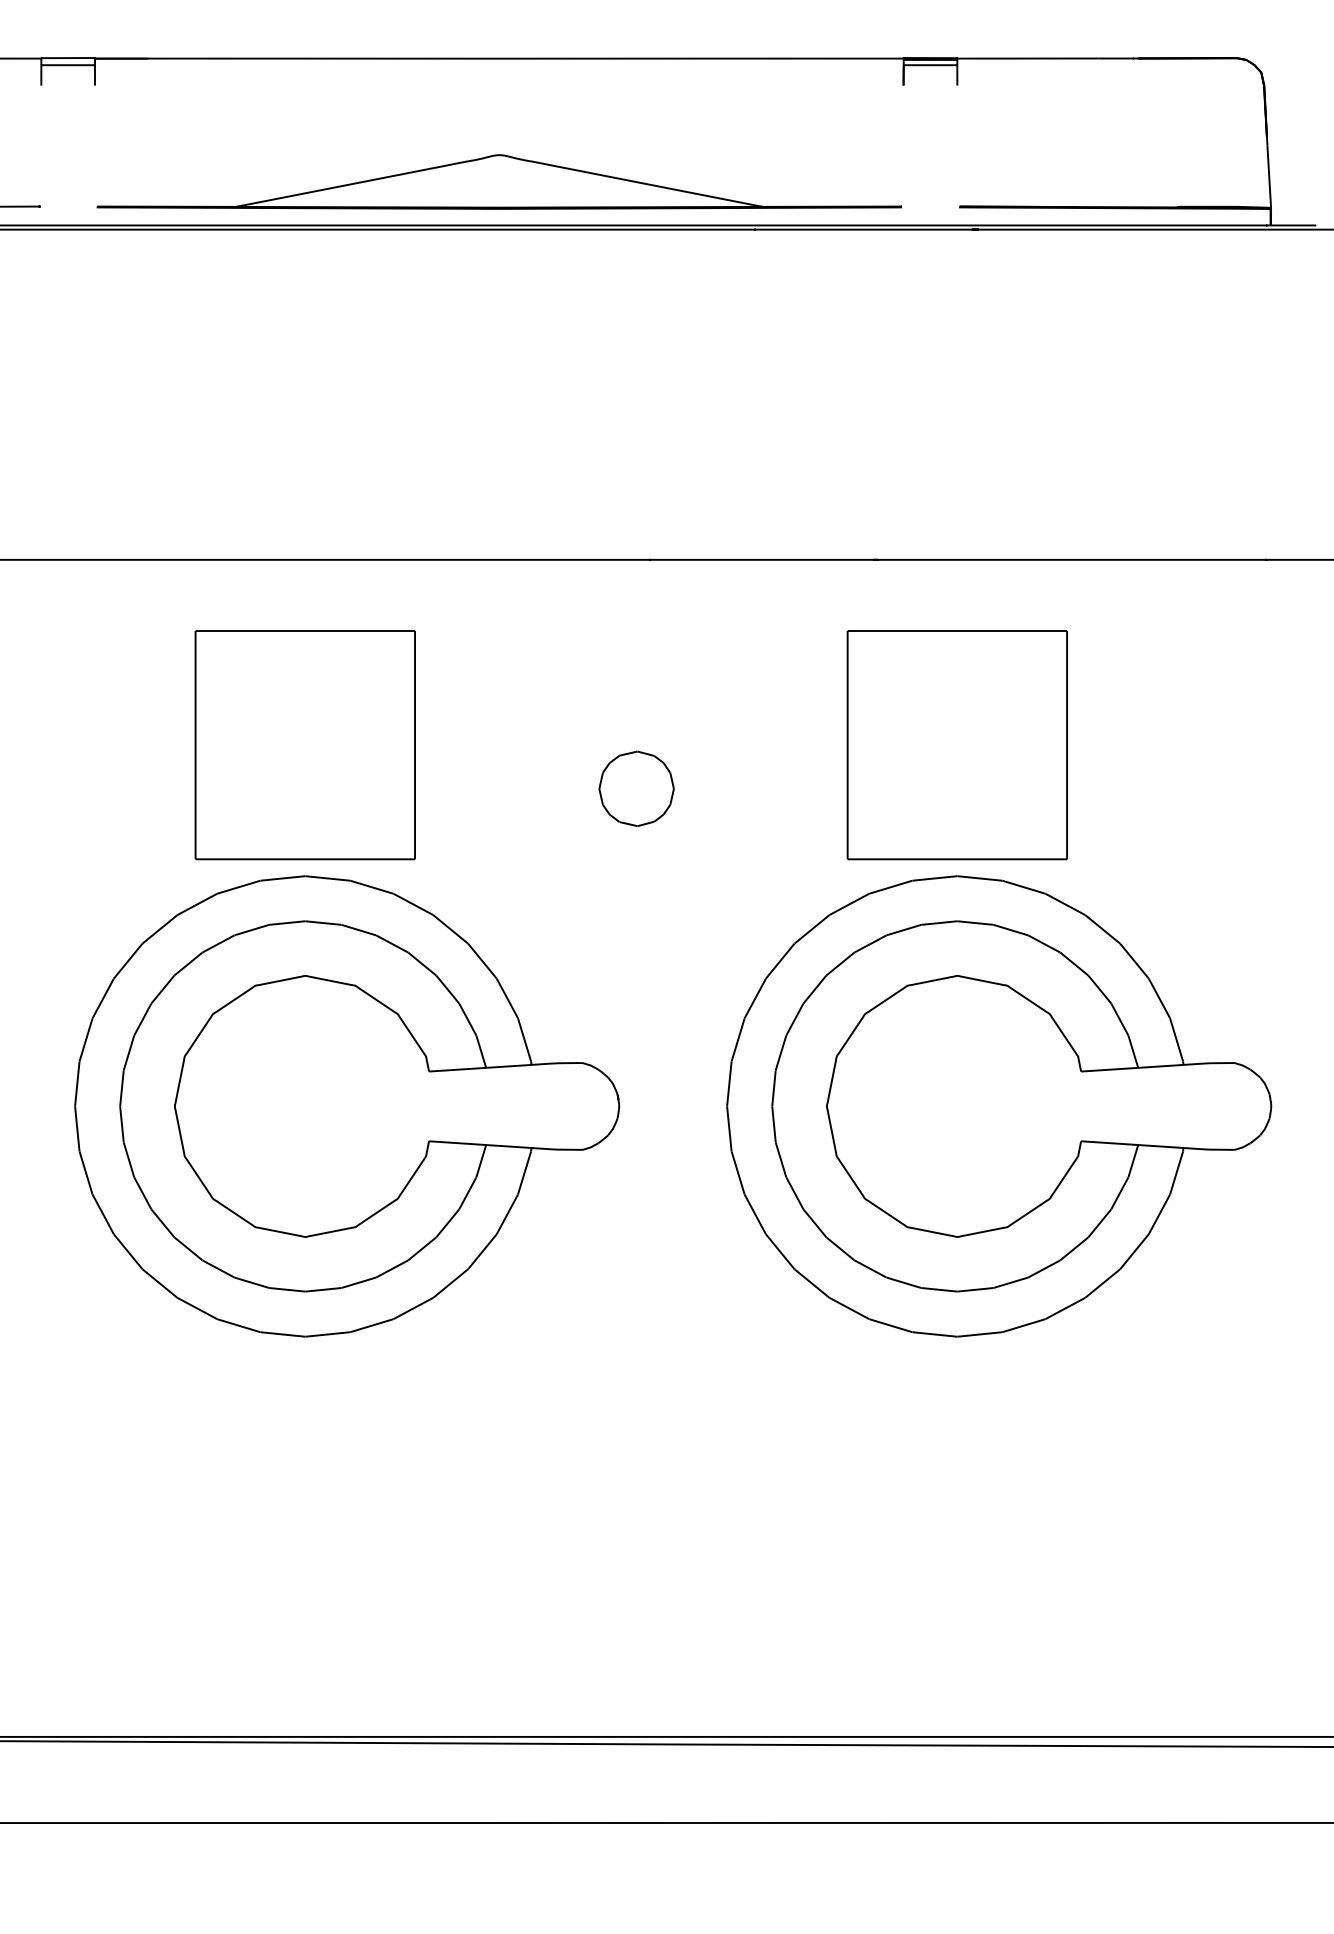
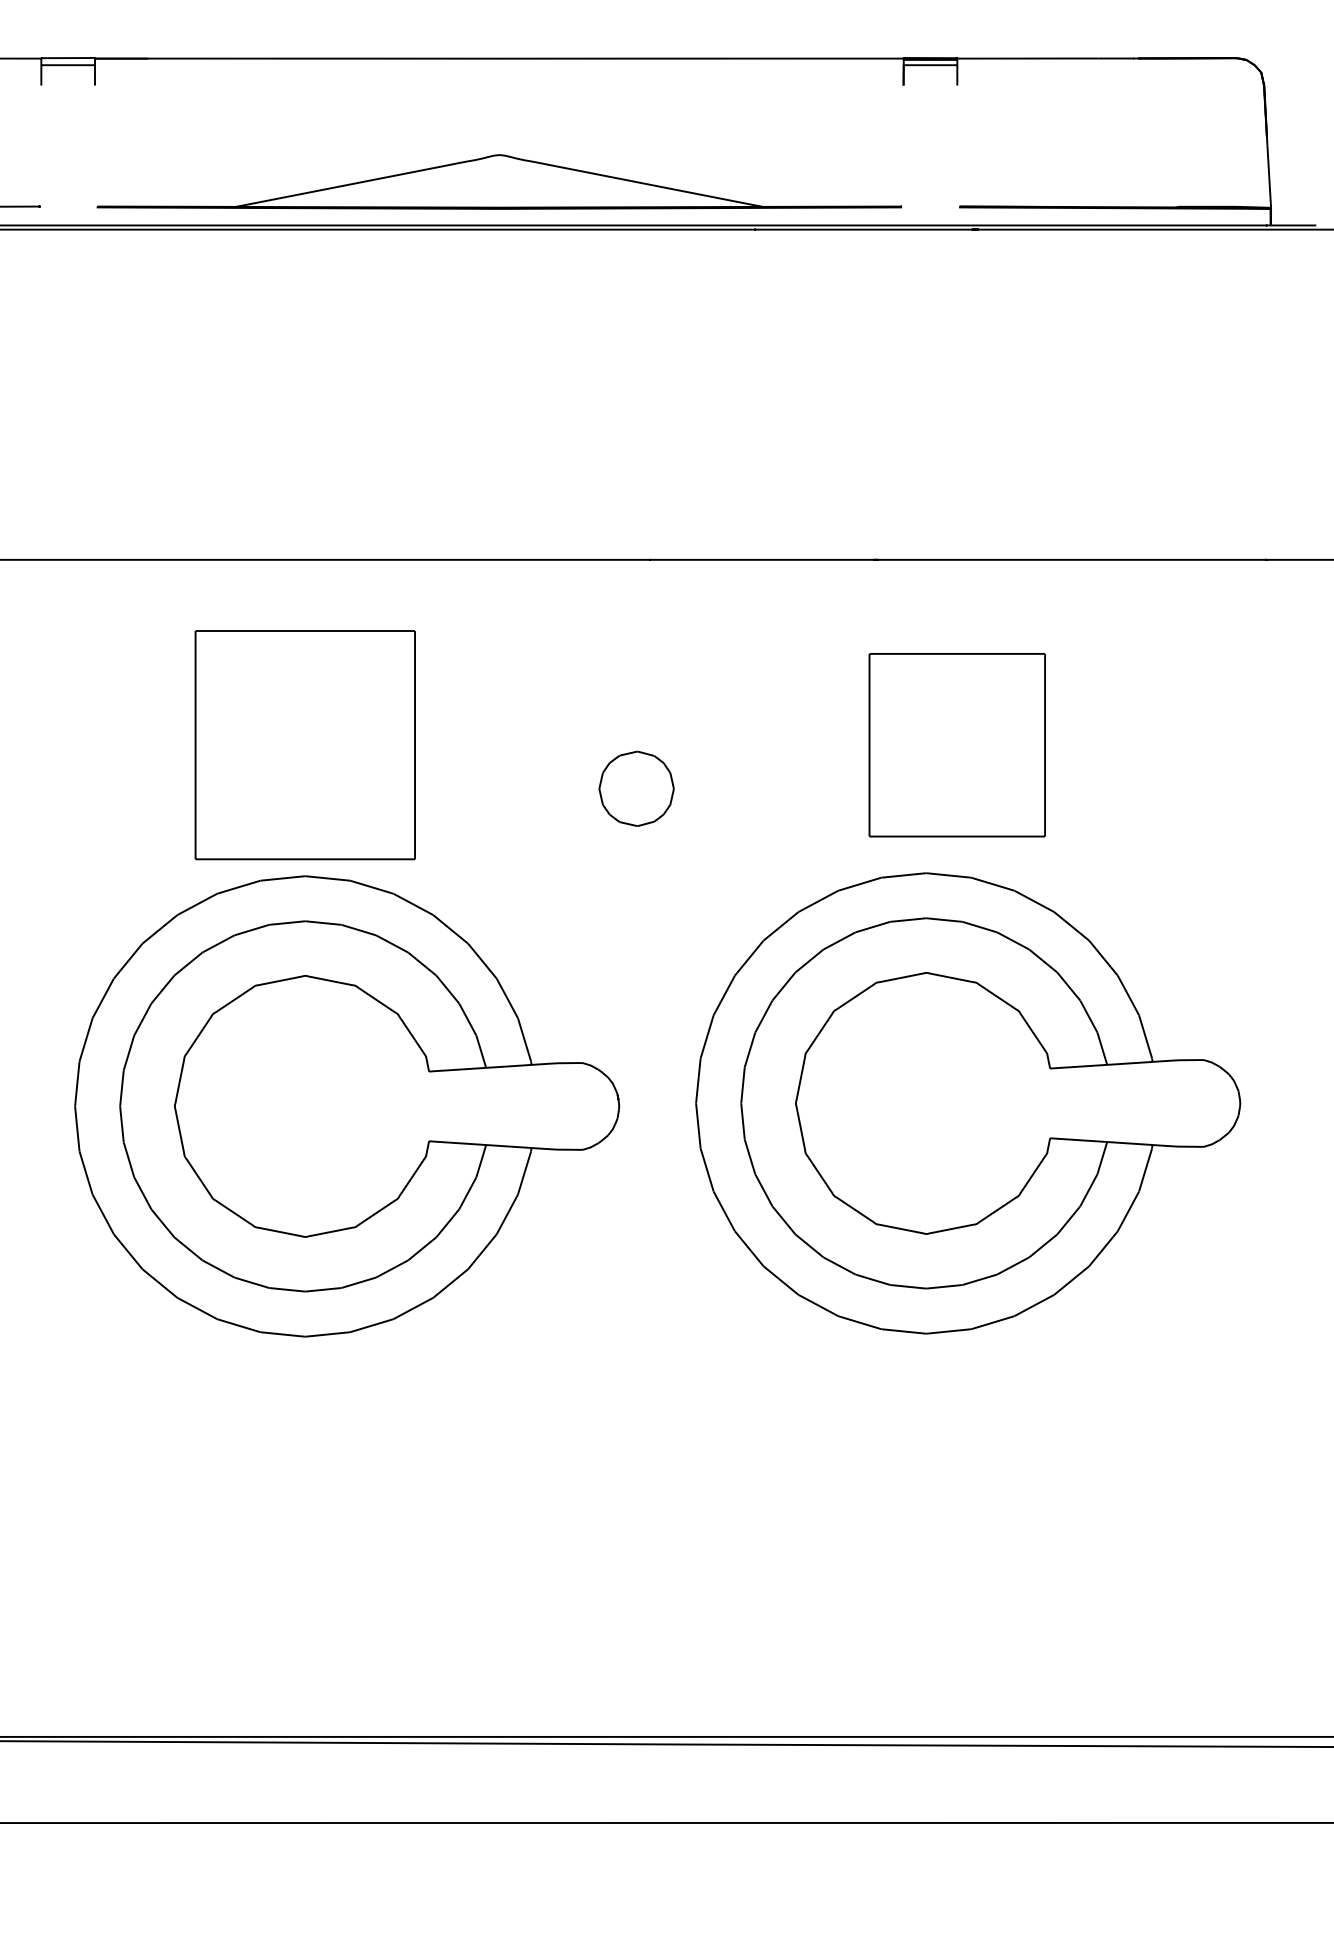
part at (956, 745) size: 222x231 px -> 178x185 px
part at (999, 1106) position: (999, 1106) -> (968, 1103)
